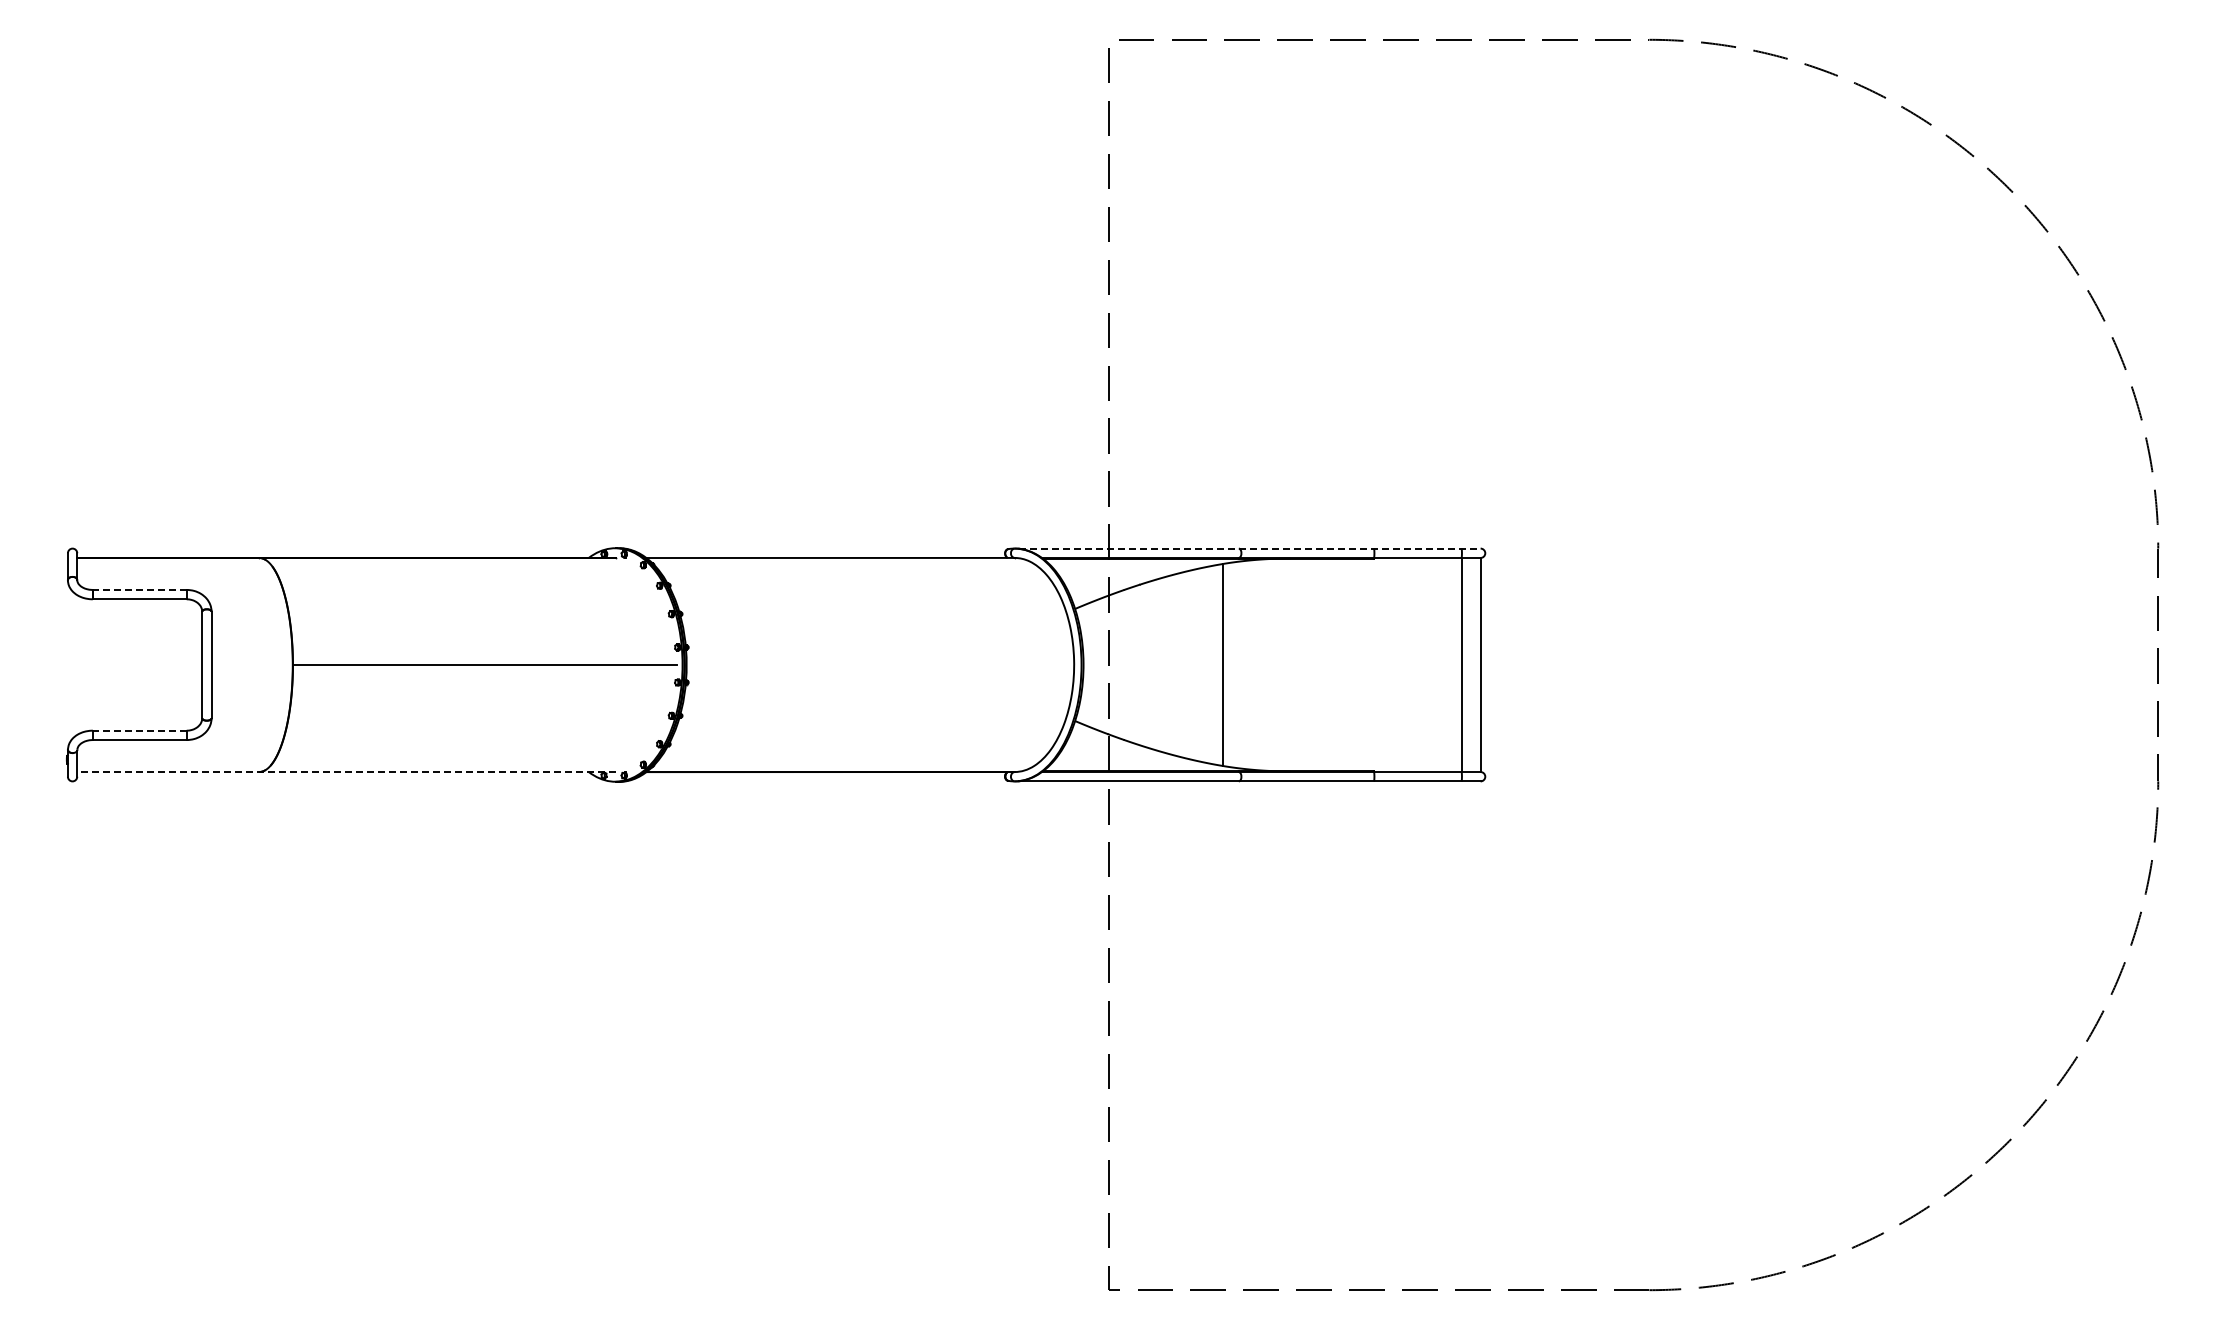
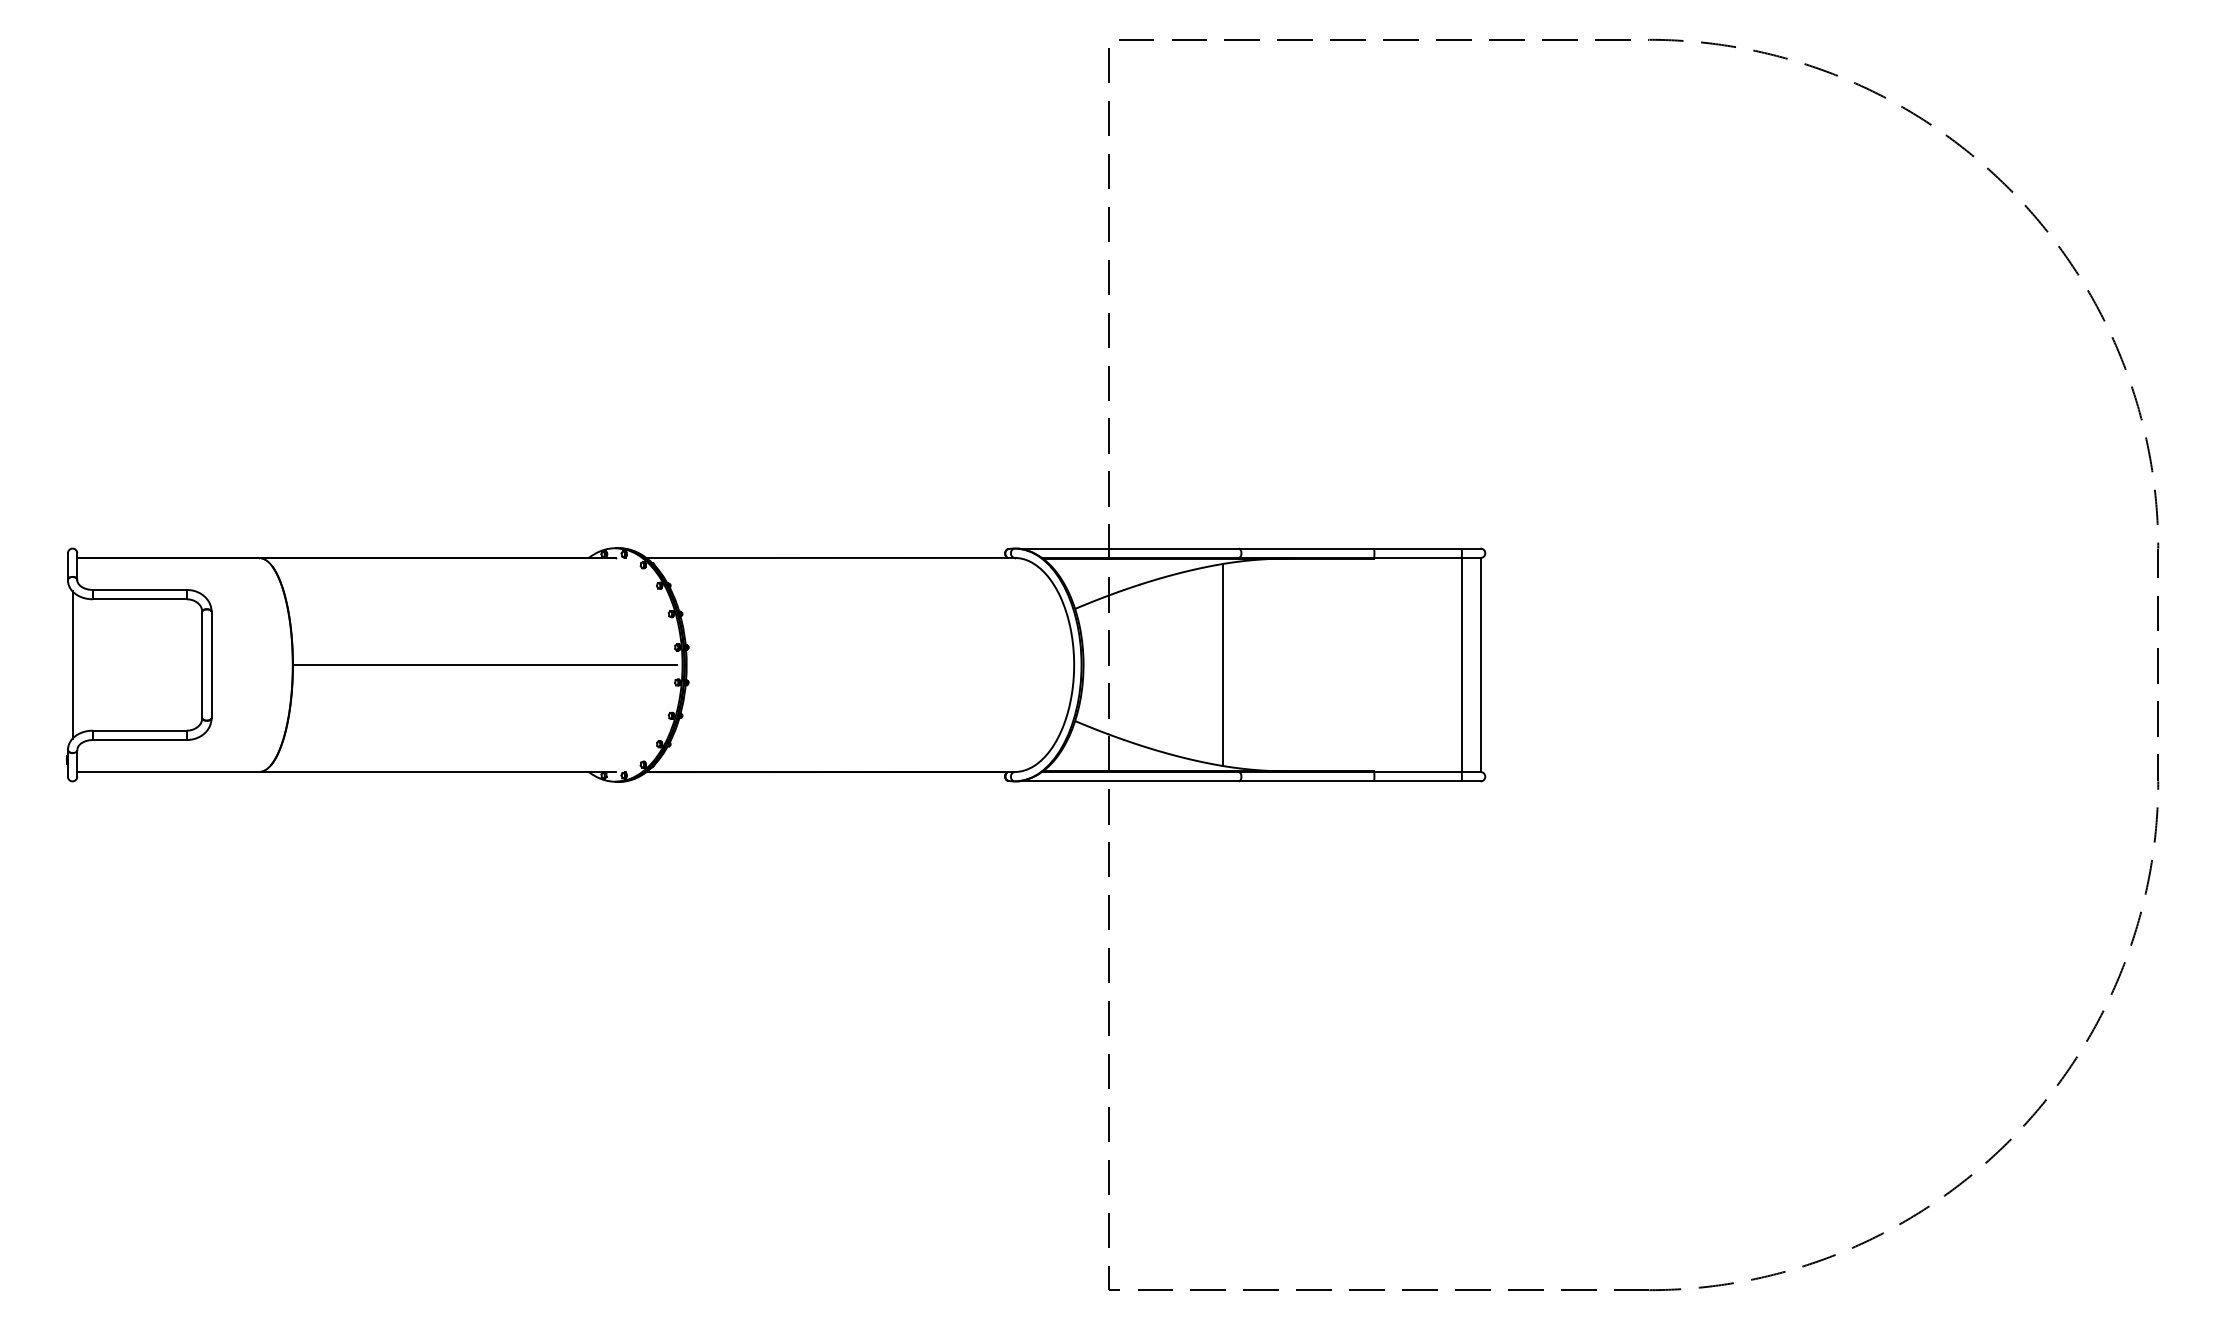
line at (1249, 548): dashed -> solid
line at (139, 589): dashed -> solid
line at (72, 664): none -> present
line at (139, 730): dashed -> solid
line at (345, 772): dashed -> solid
